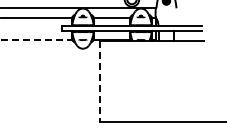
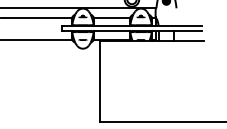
line at (37, 39): dashed -> solid
line at (100, 81): dashed -> solid
